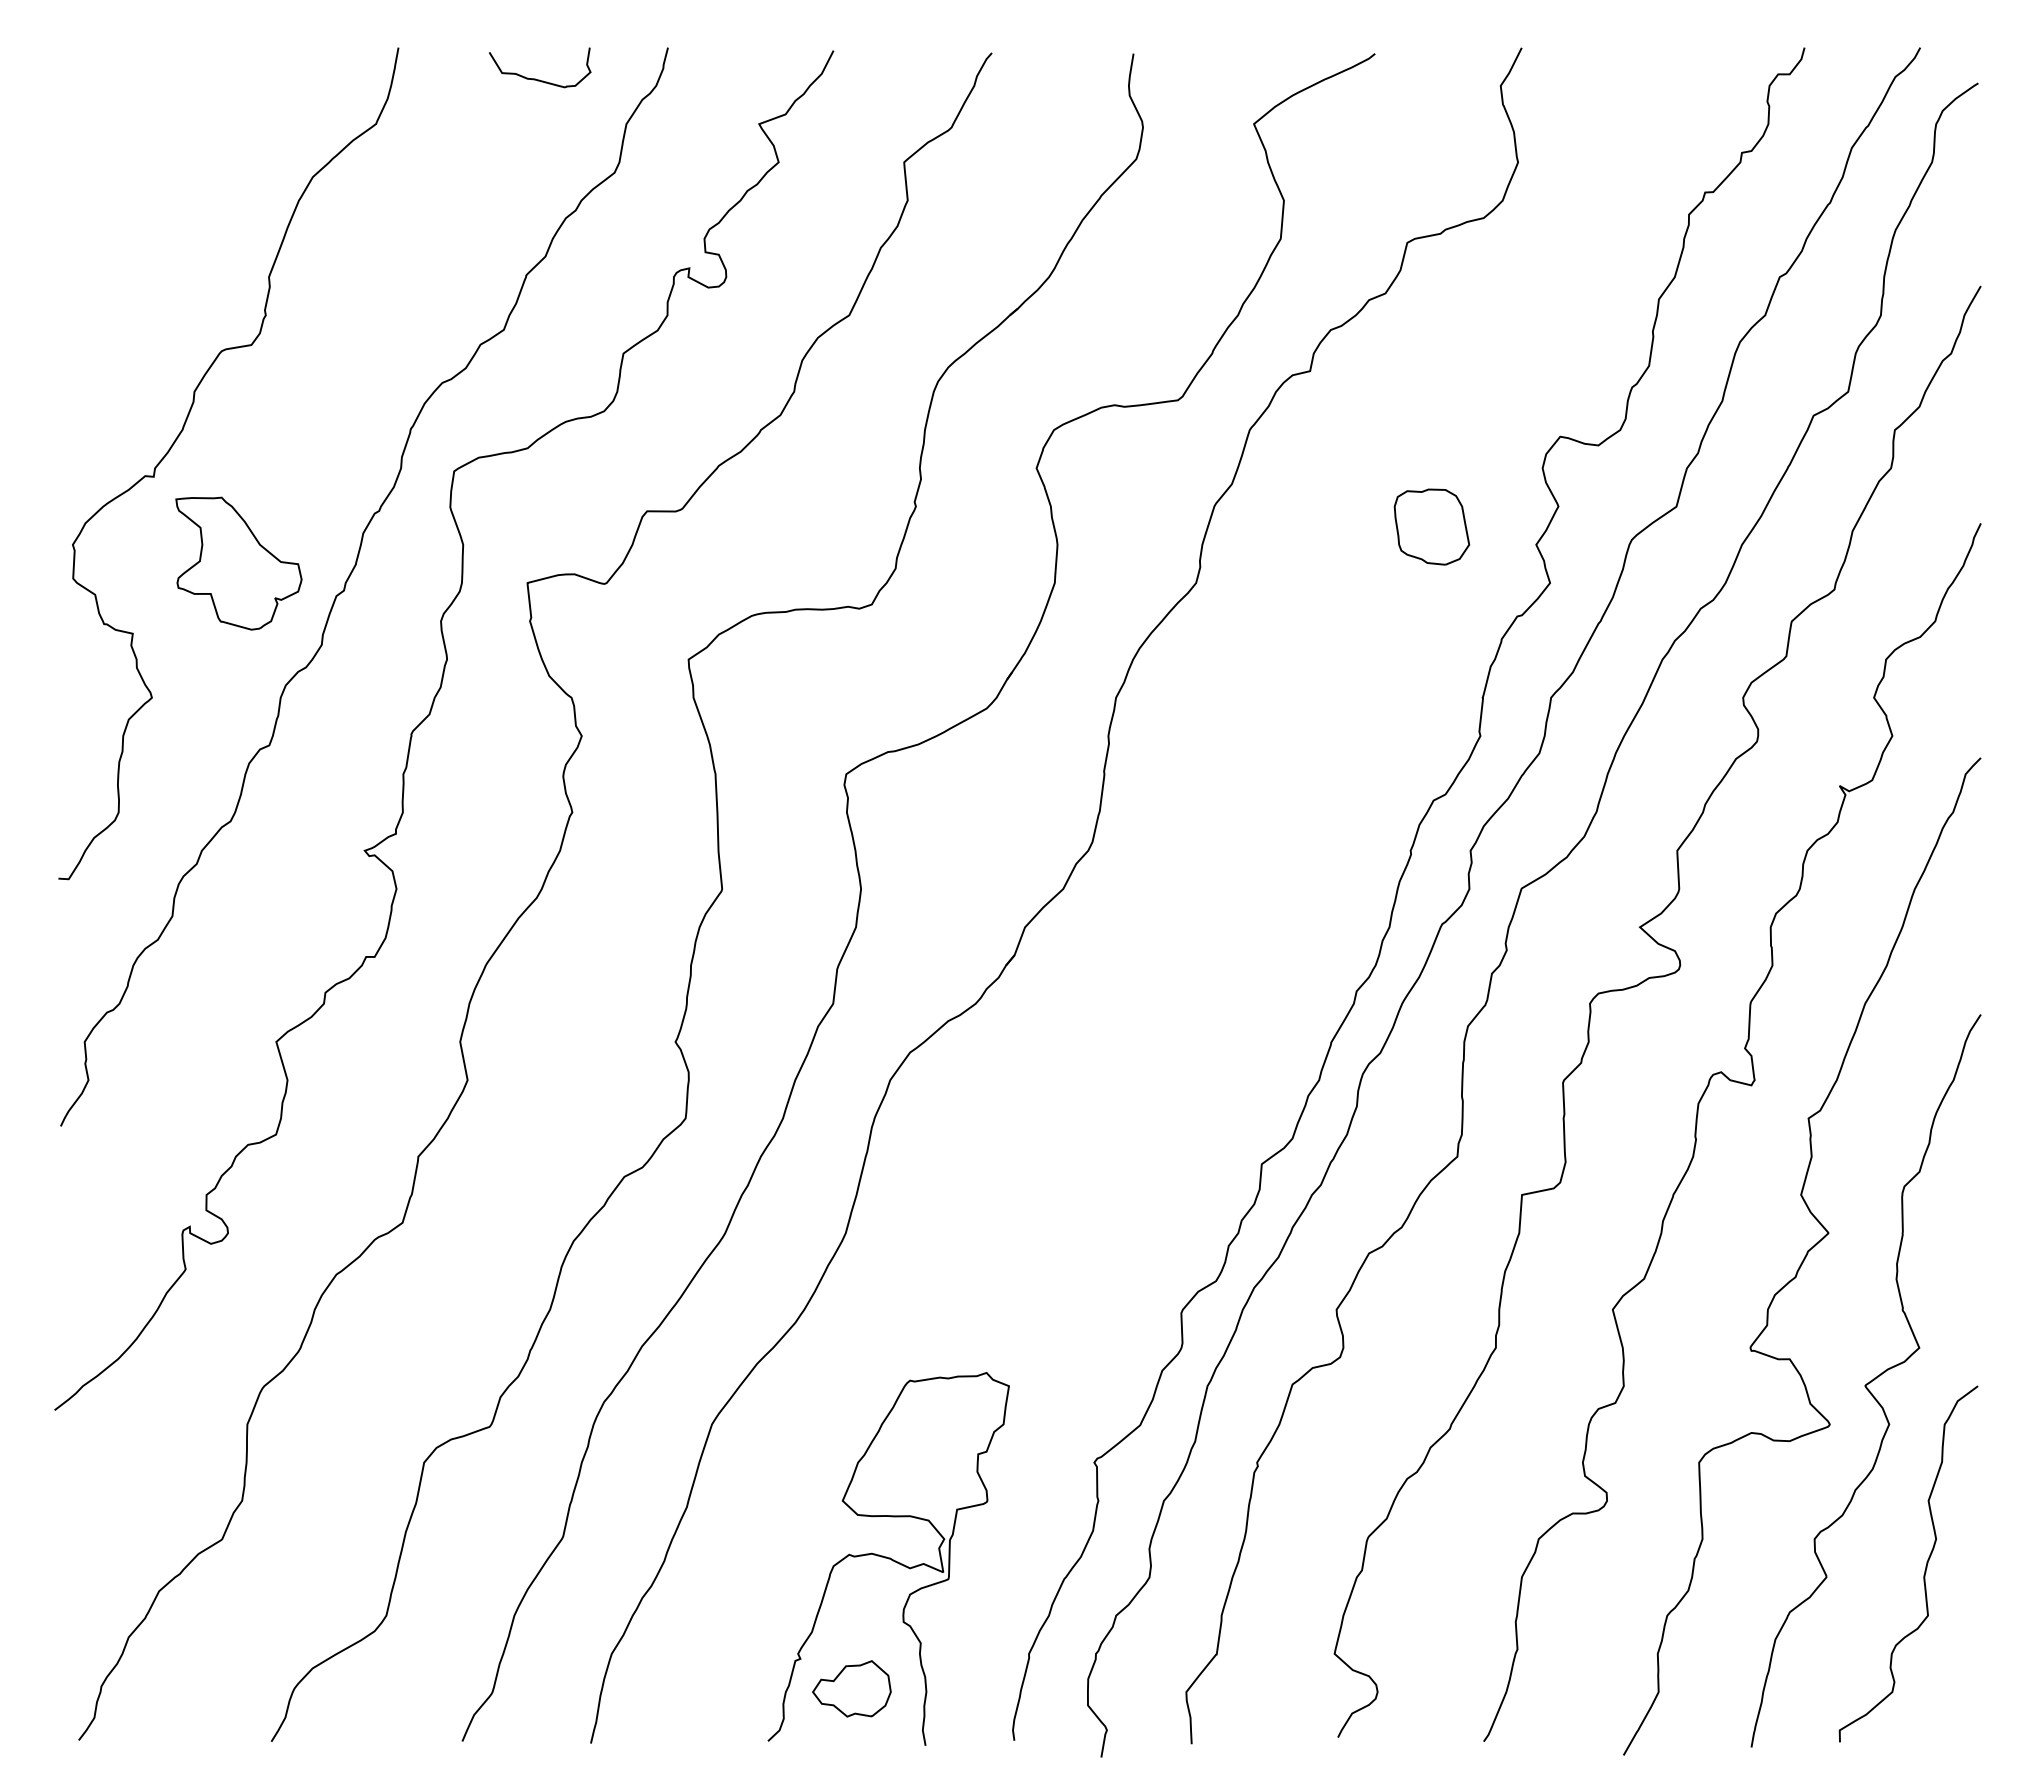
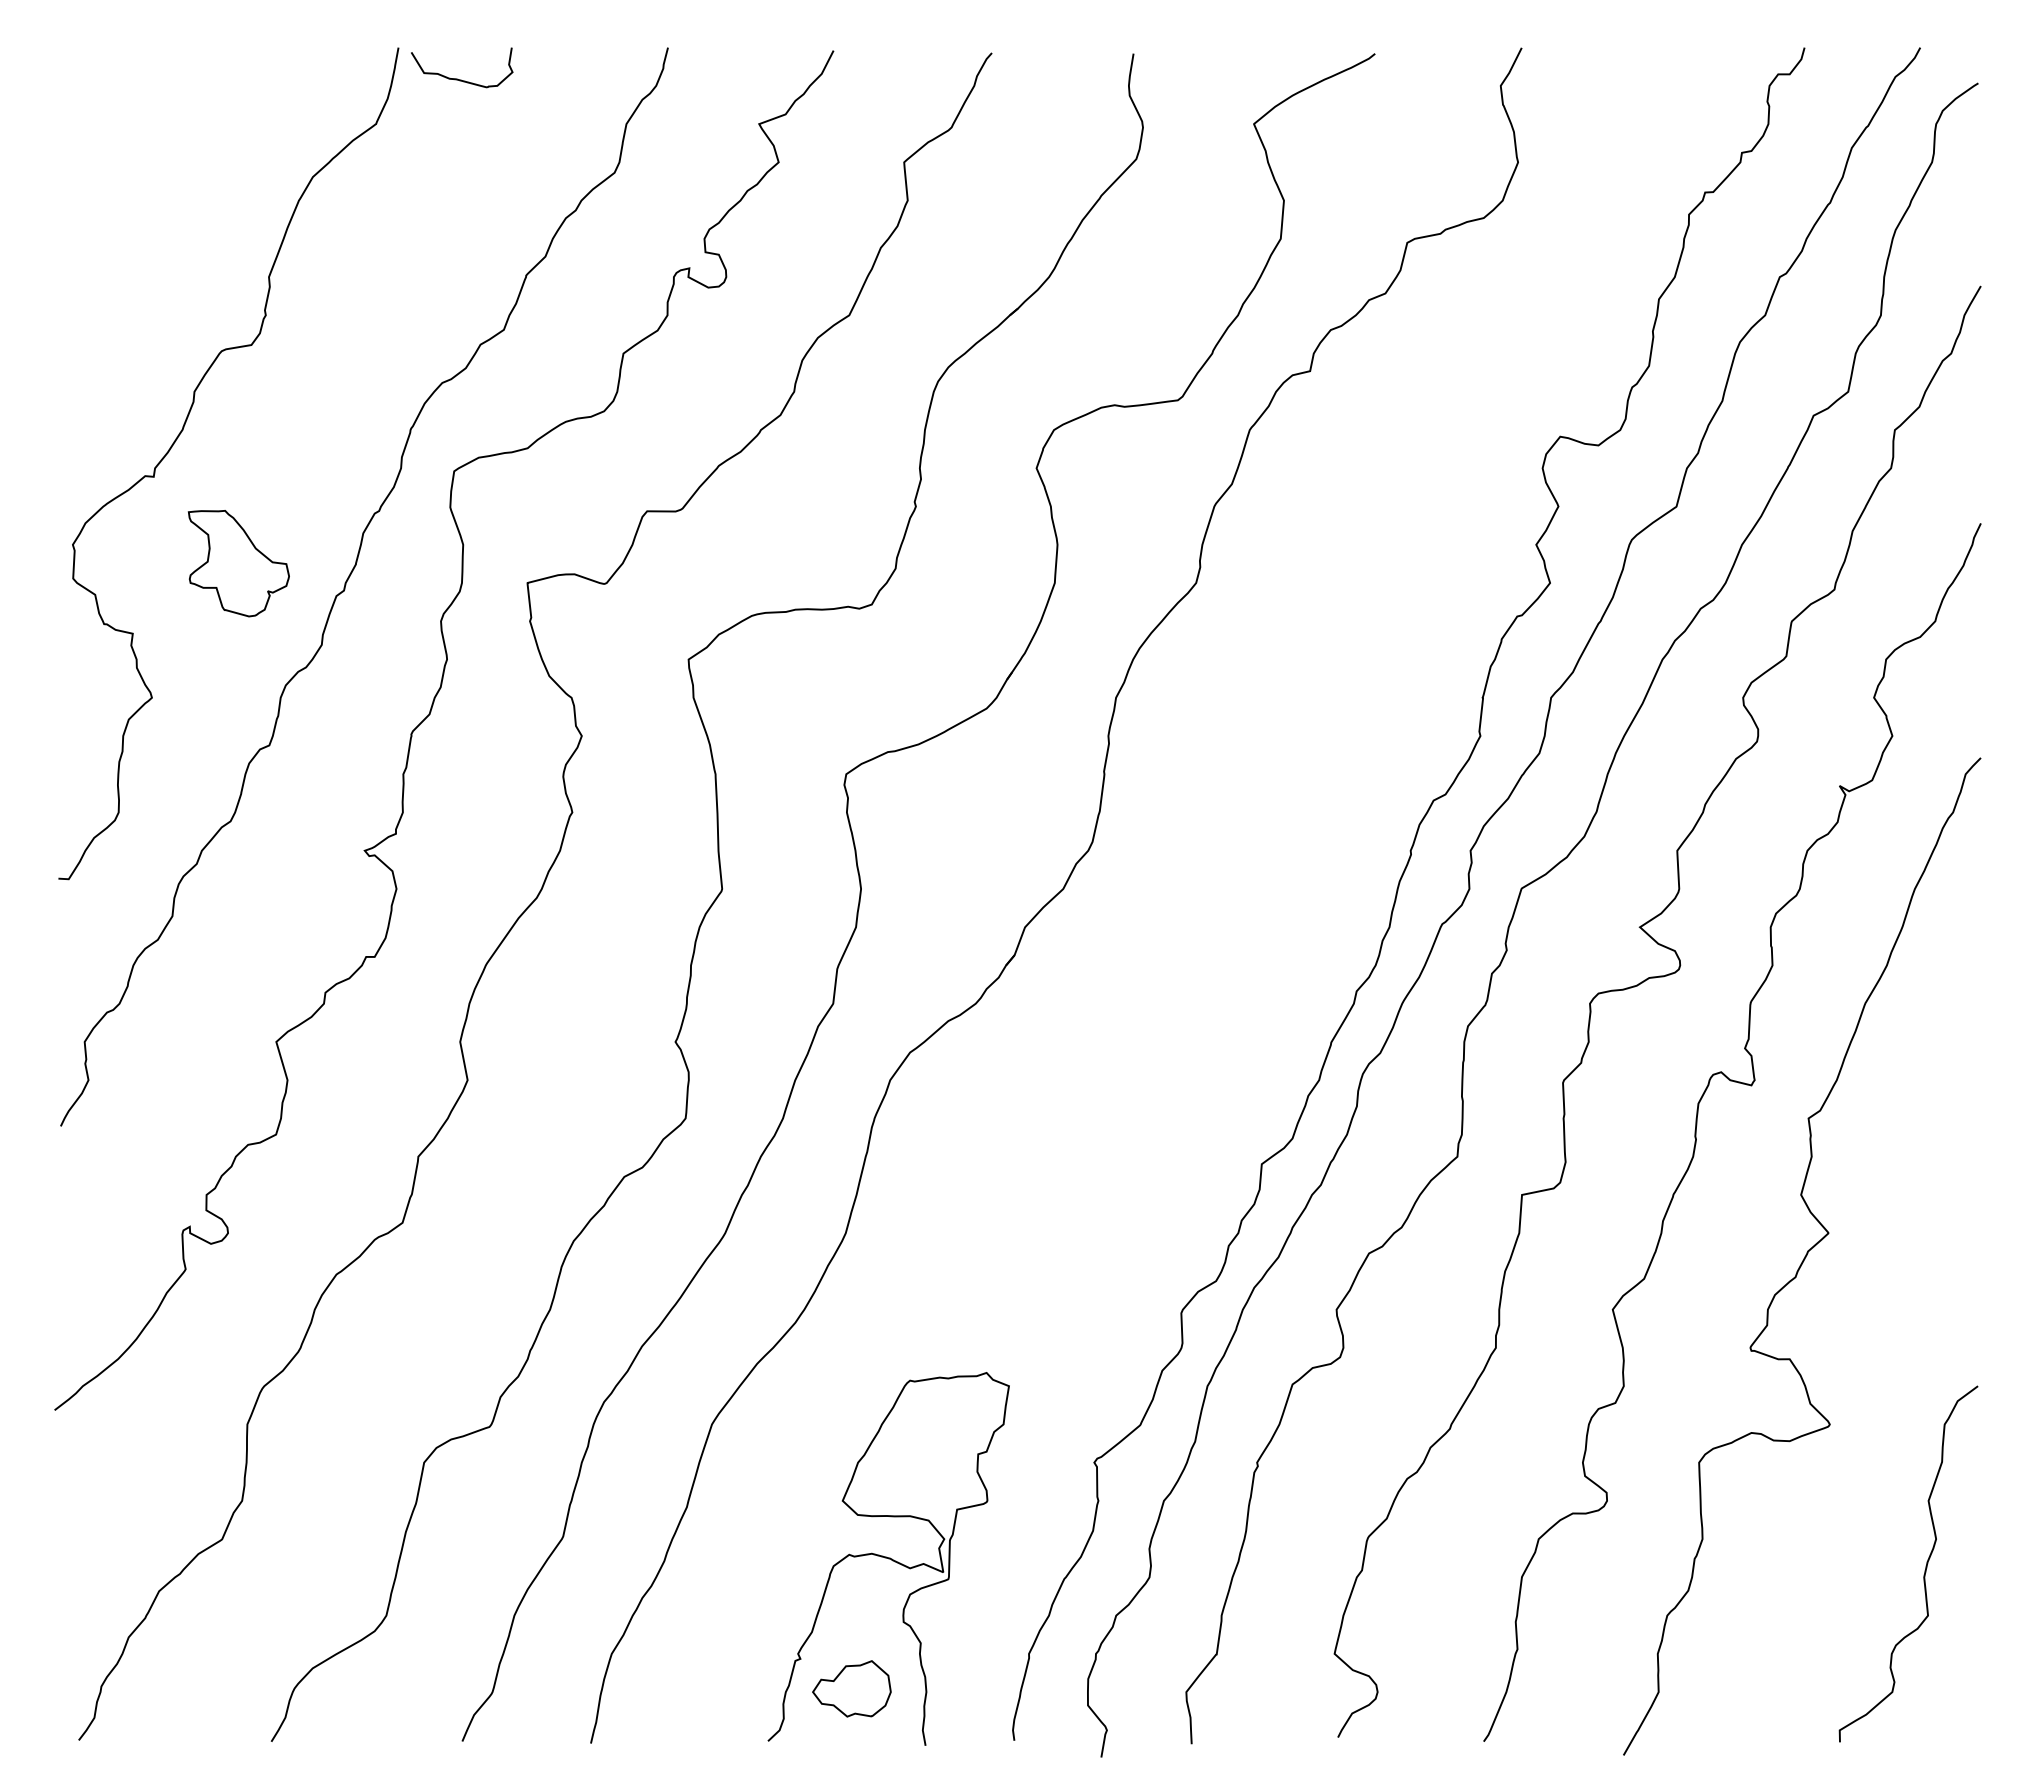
curve at (539, 79) position: (539, 79) -> (461, 79)
part at (1431, 526): present -> none
part at (238, 563) size: 128x135 px -> 103x108 px
curve at (1867, 1382): present -> none
